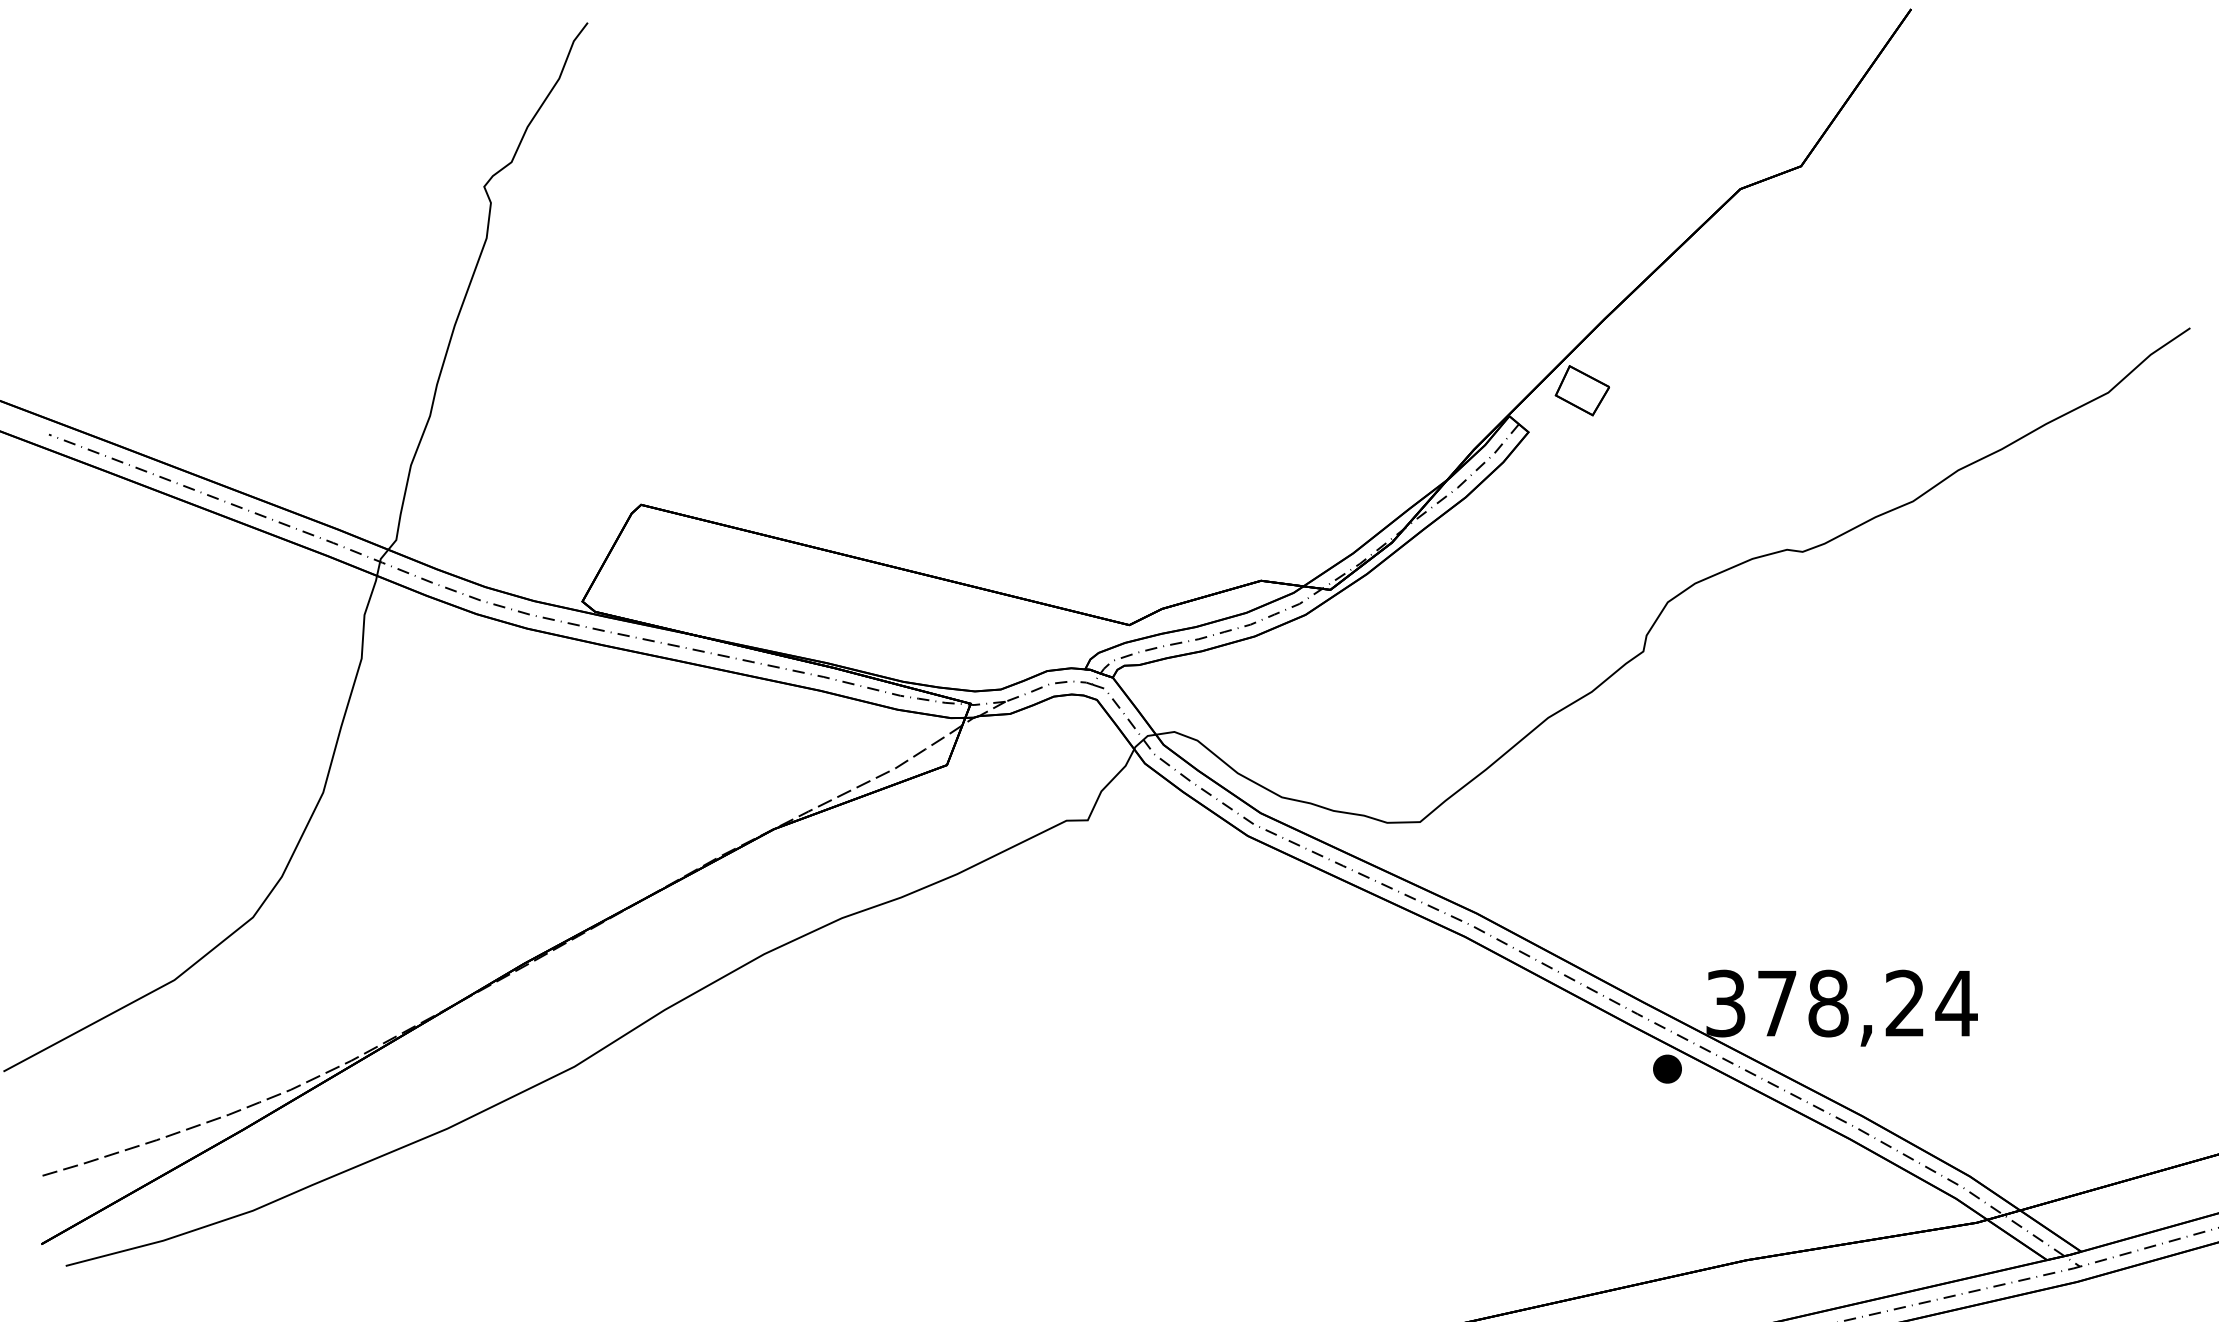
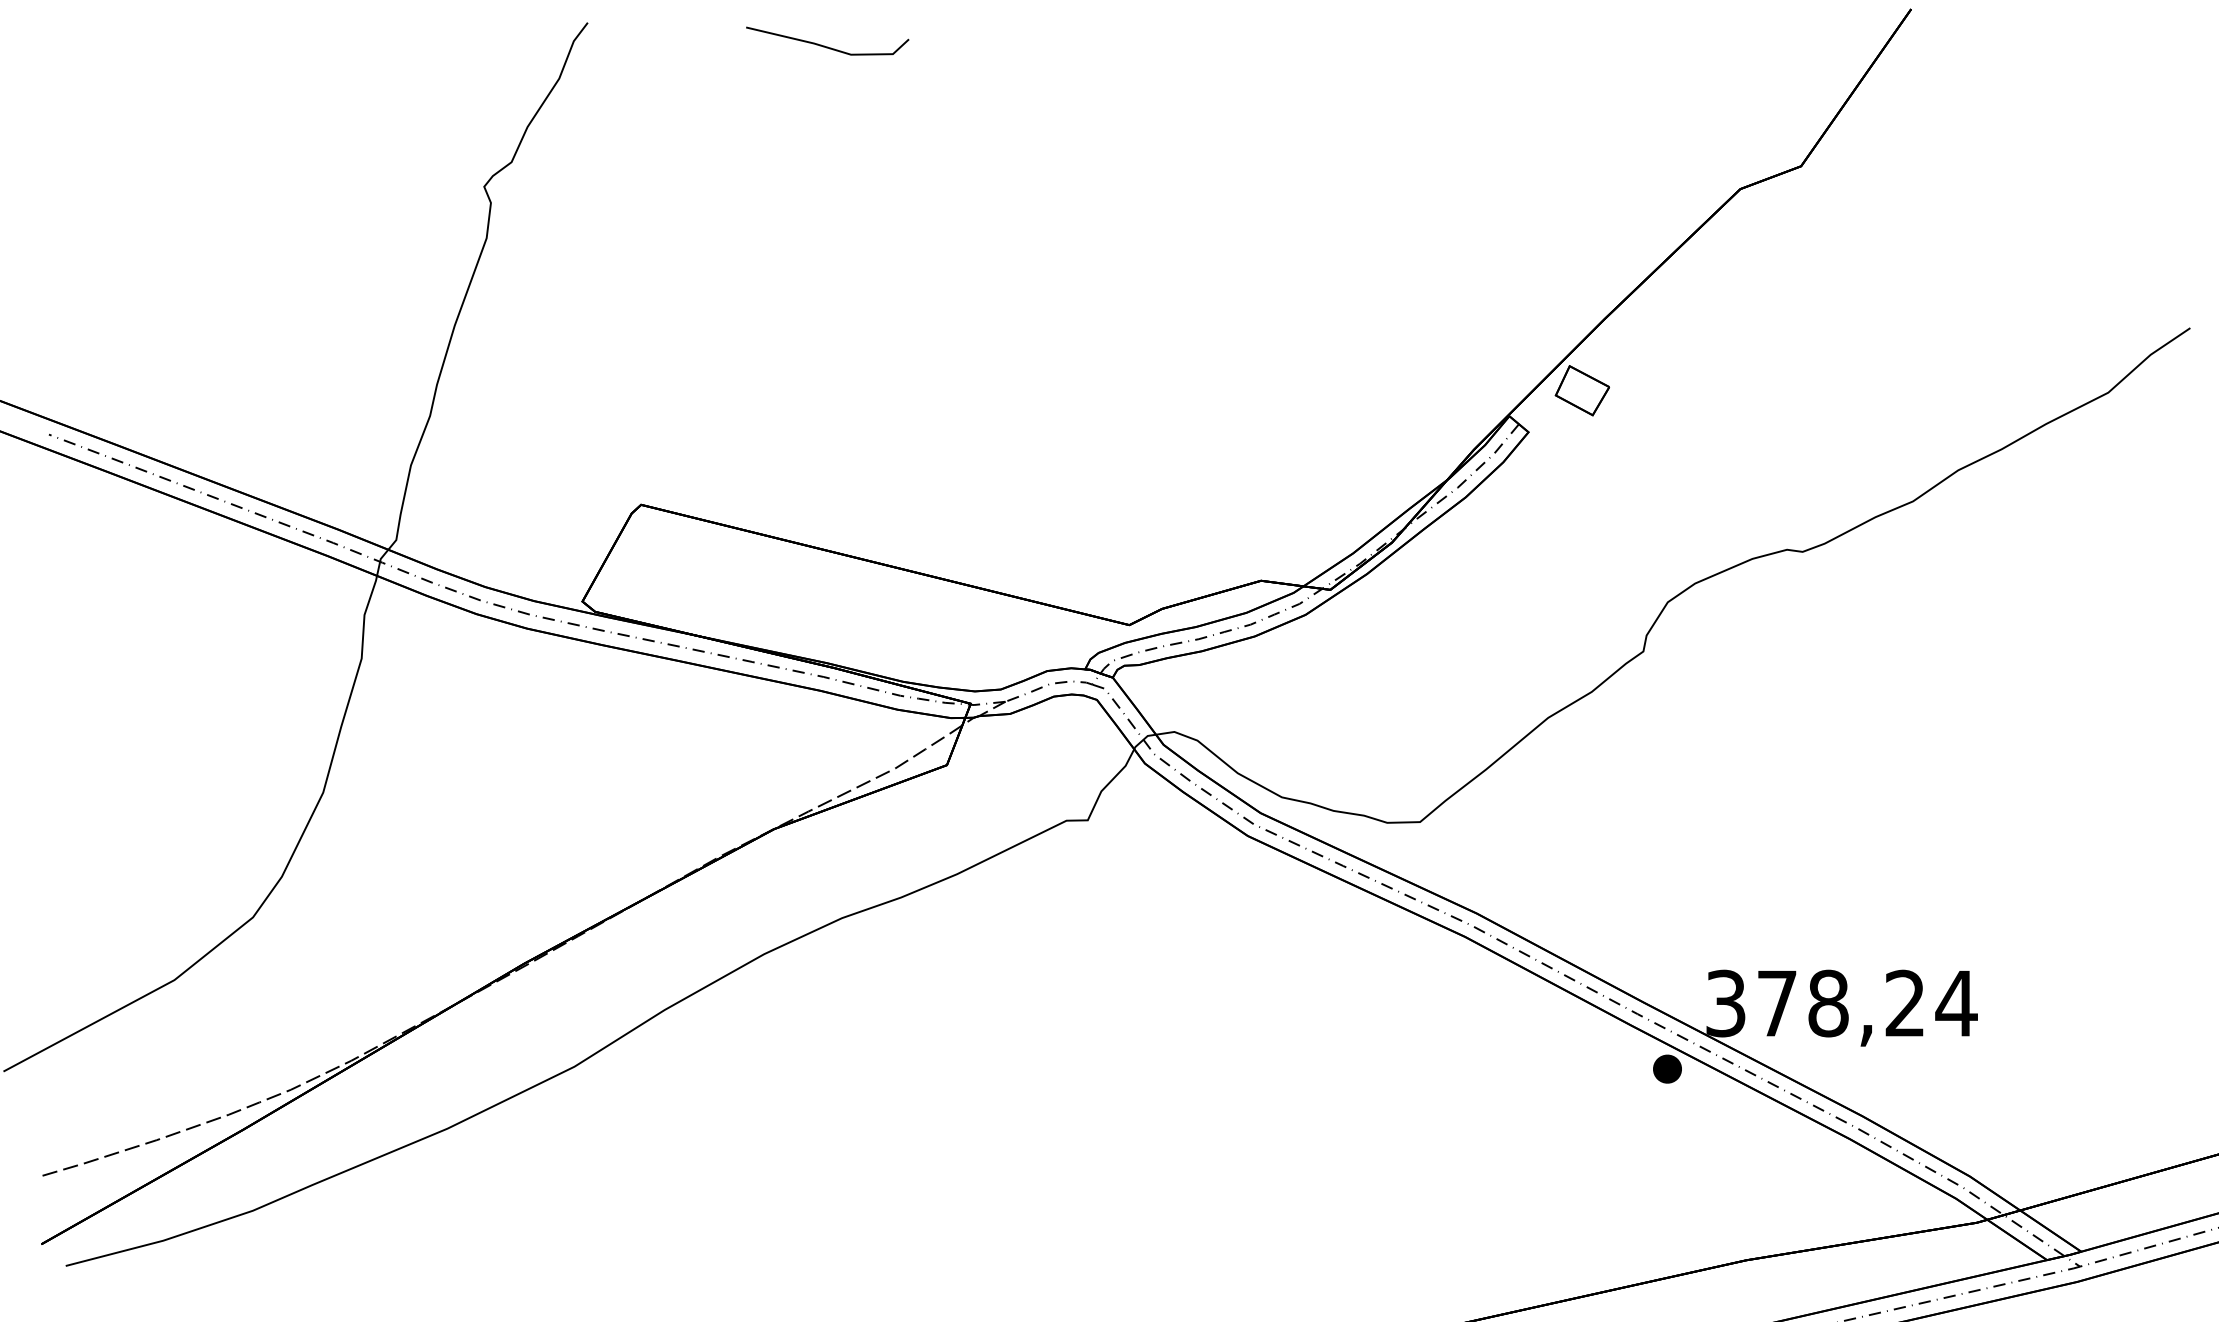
line at (824, 45): none -> present
